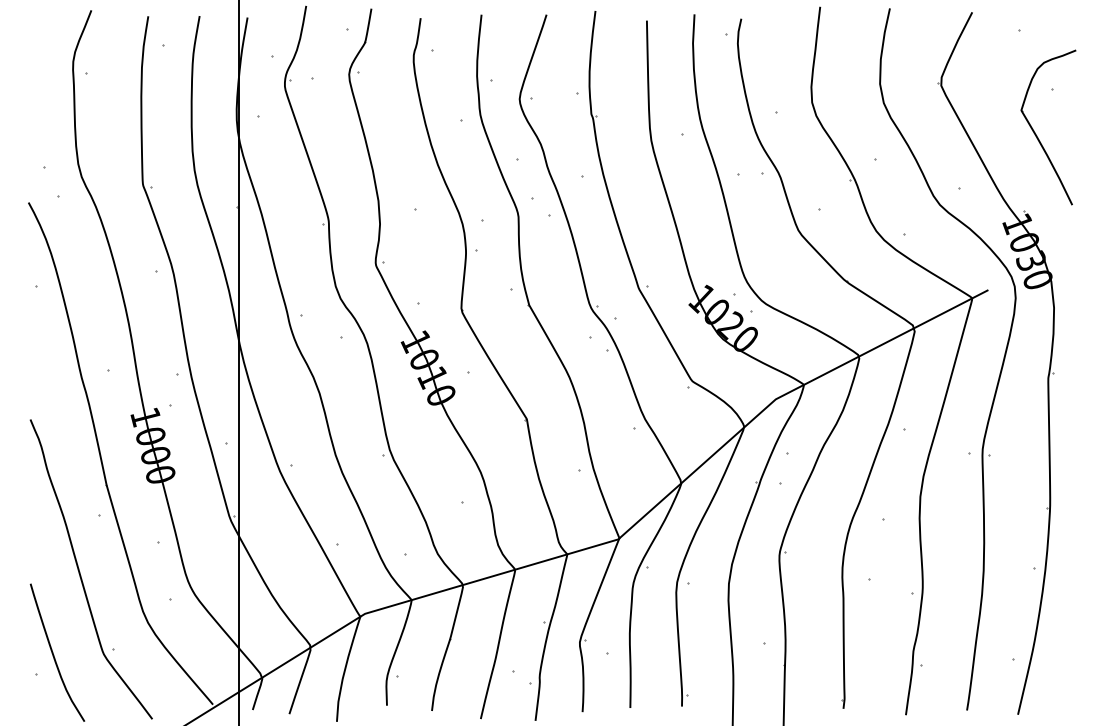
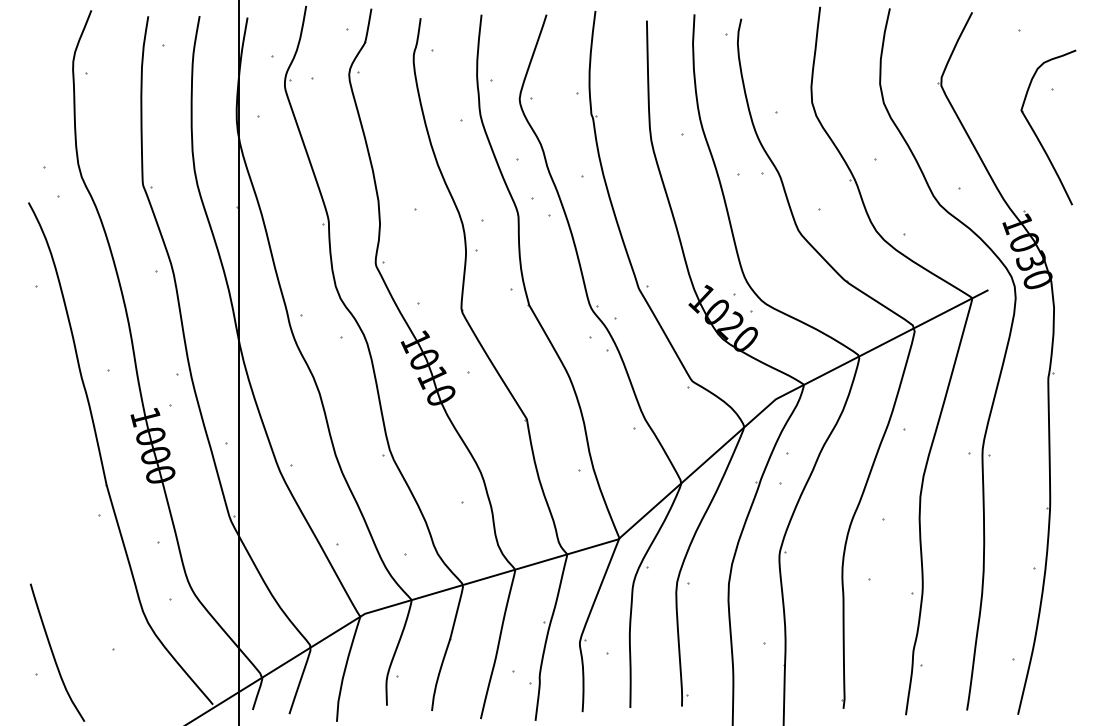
curve at (80, 572): present -> none
